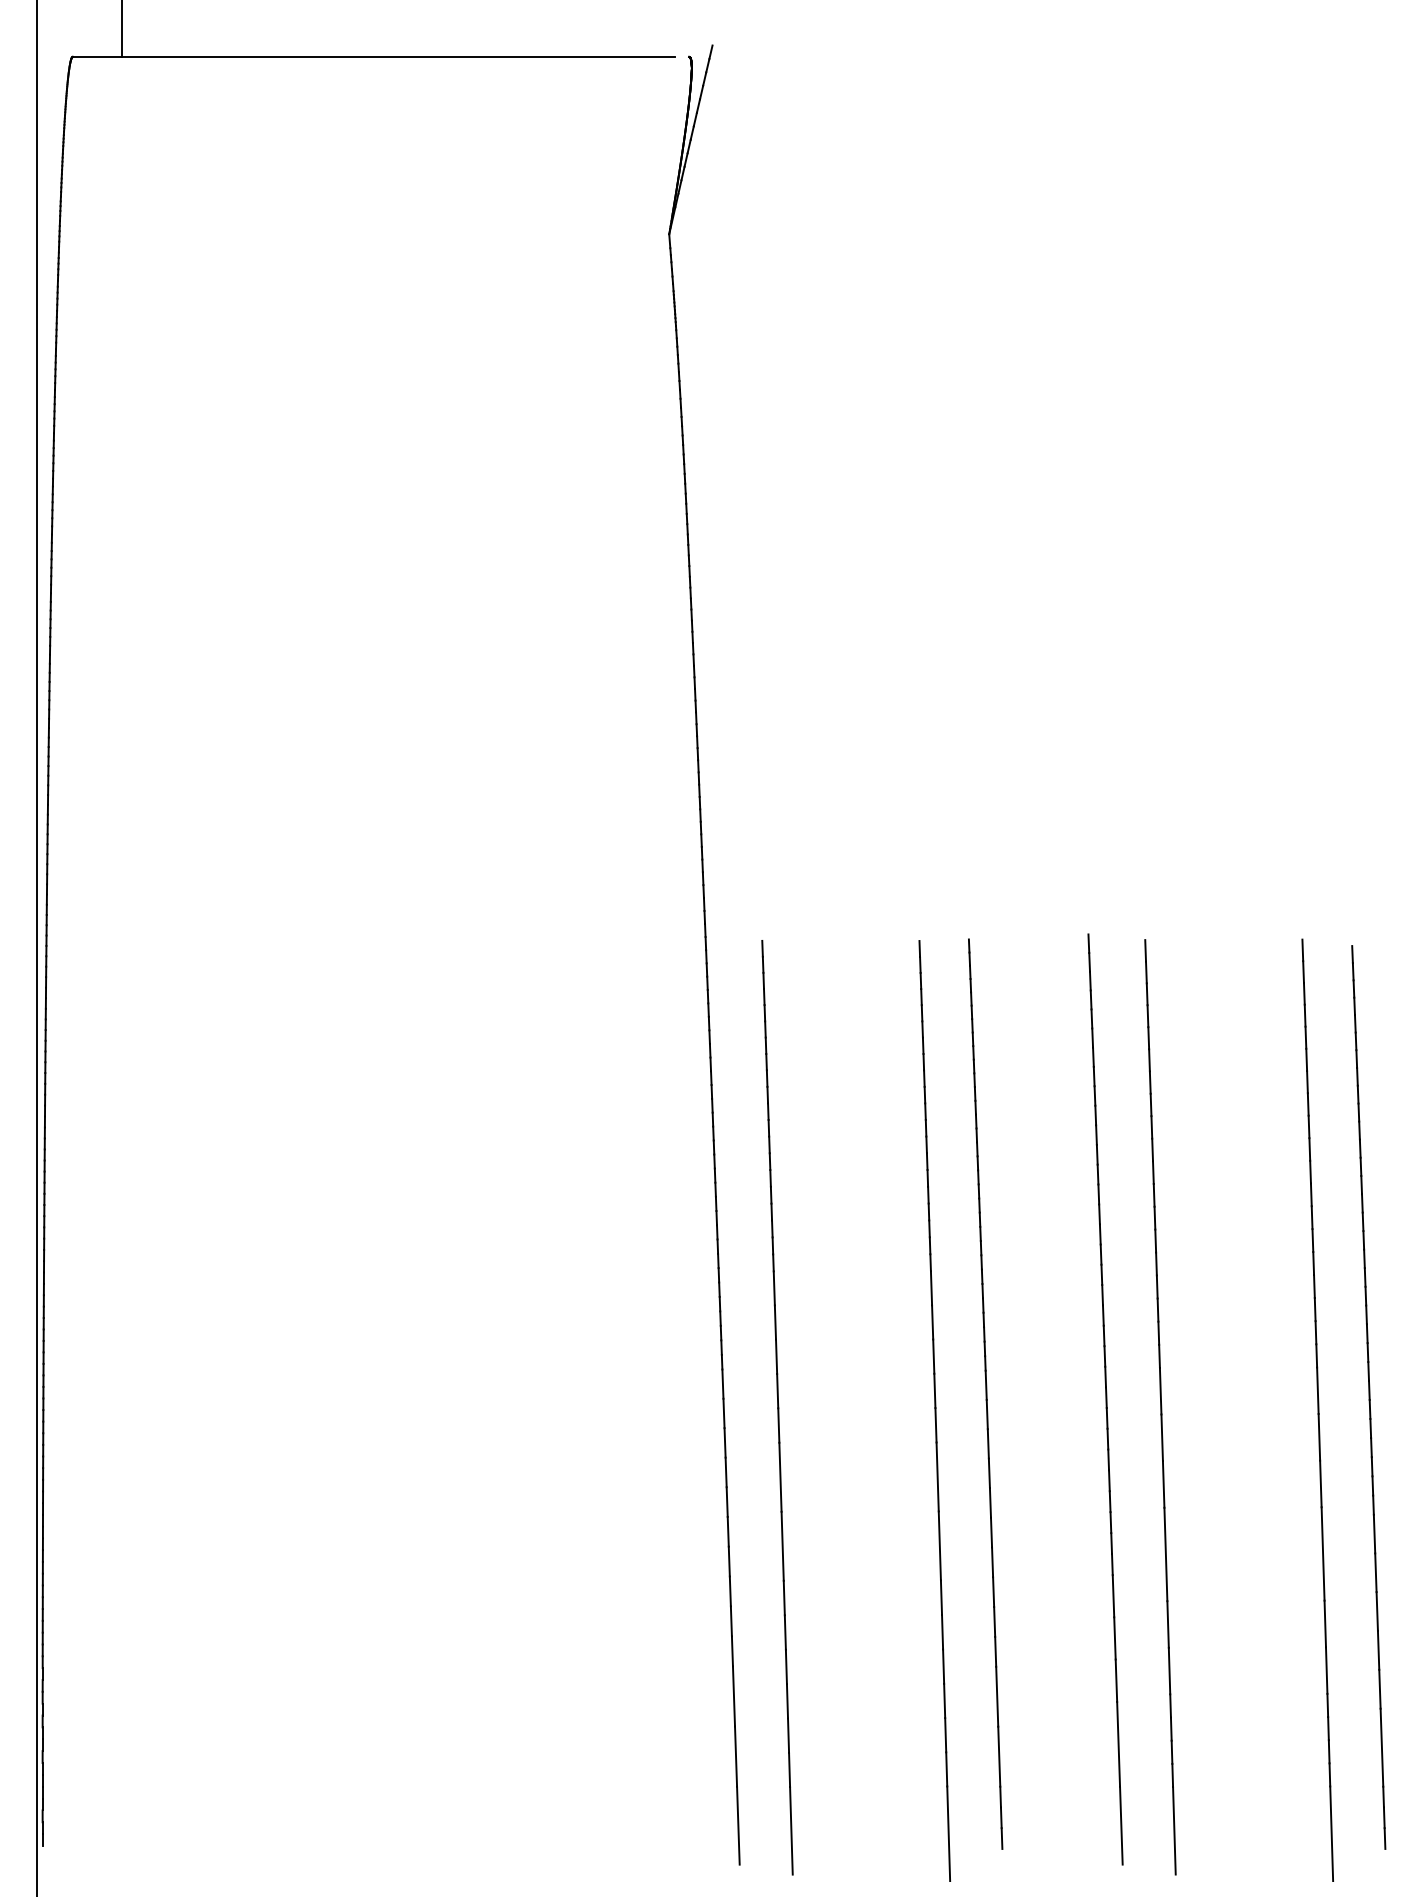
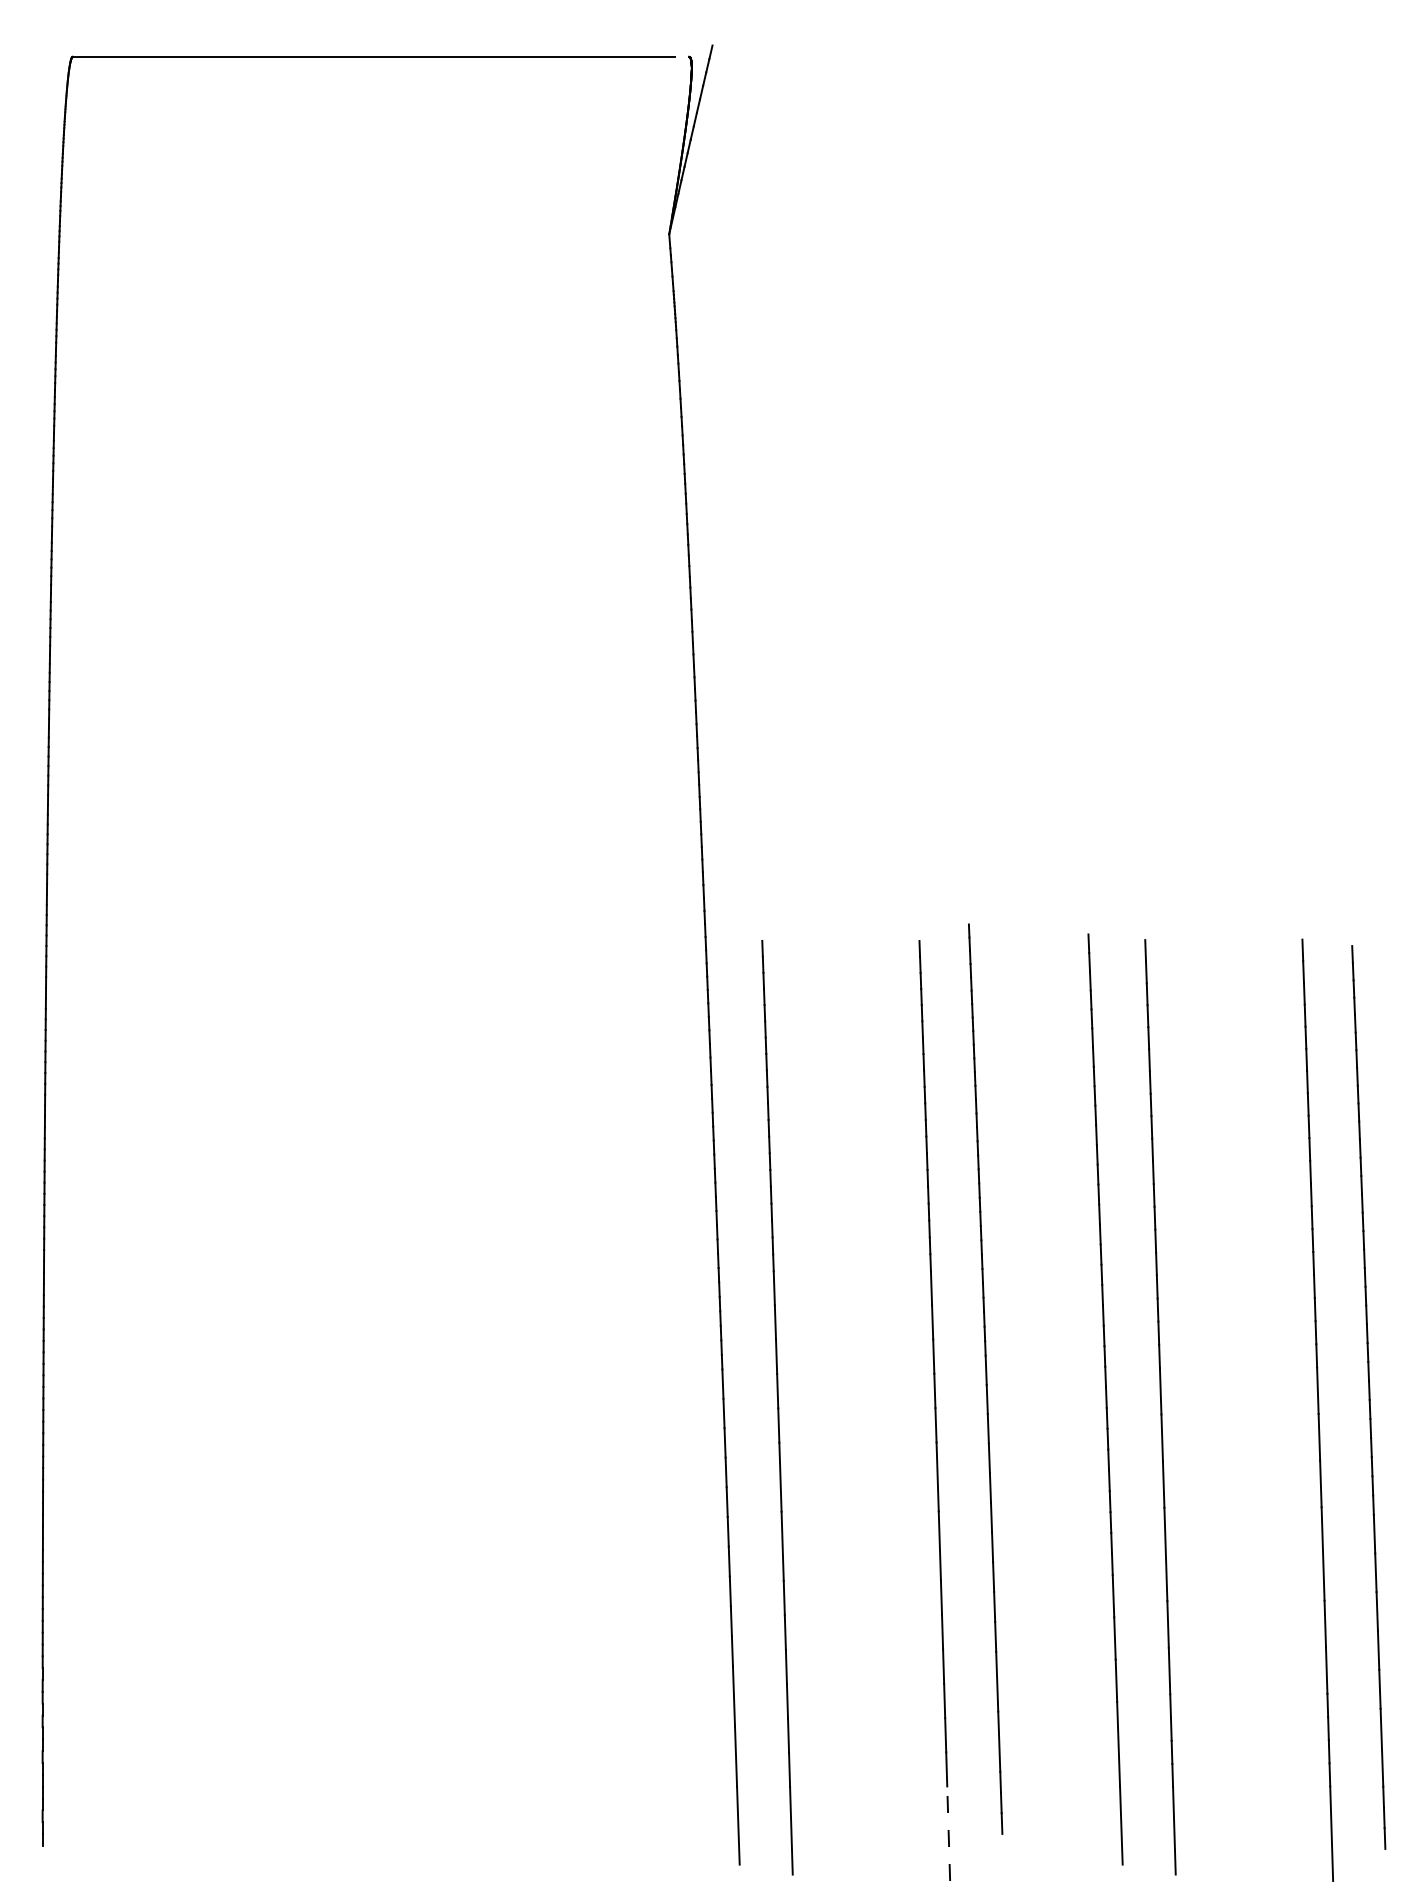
line at (121, 29): present -> none
line at (37, 947): present -> none
part at (985, 1393) position: (985, 1393) -> (985, 1378)
line at (948, 1833): solid -> dashed
